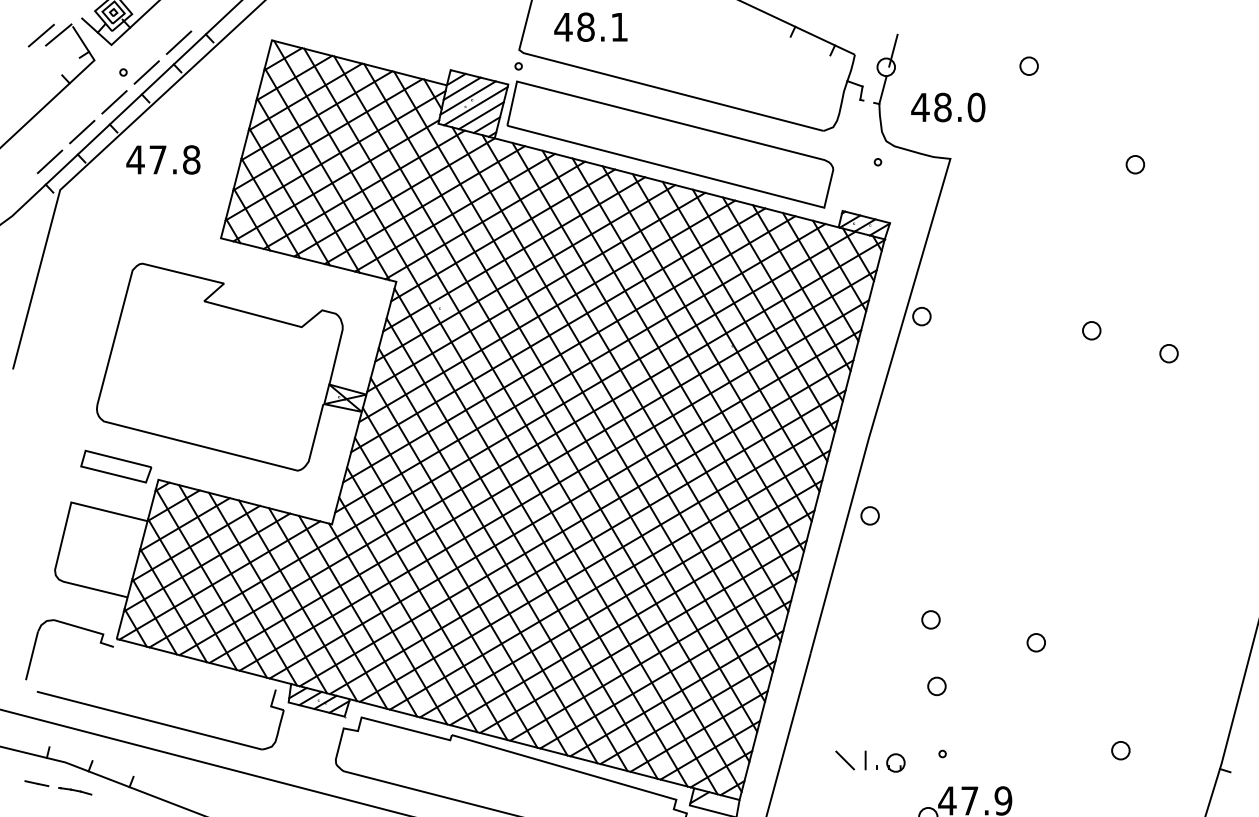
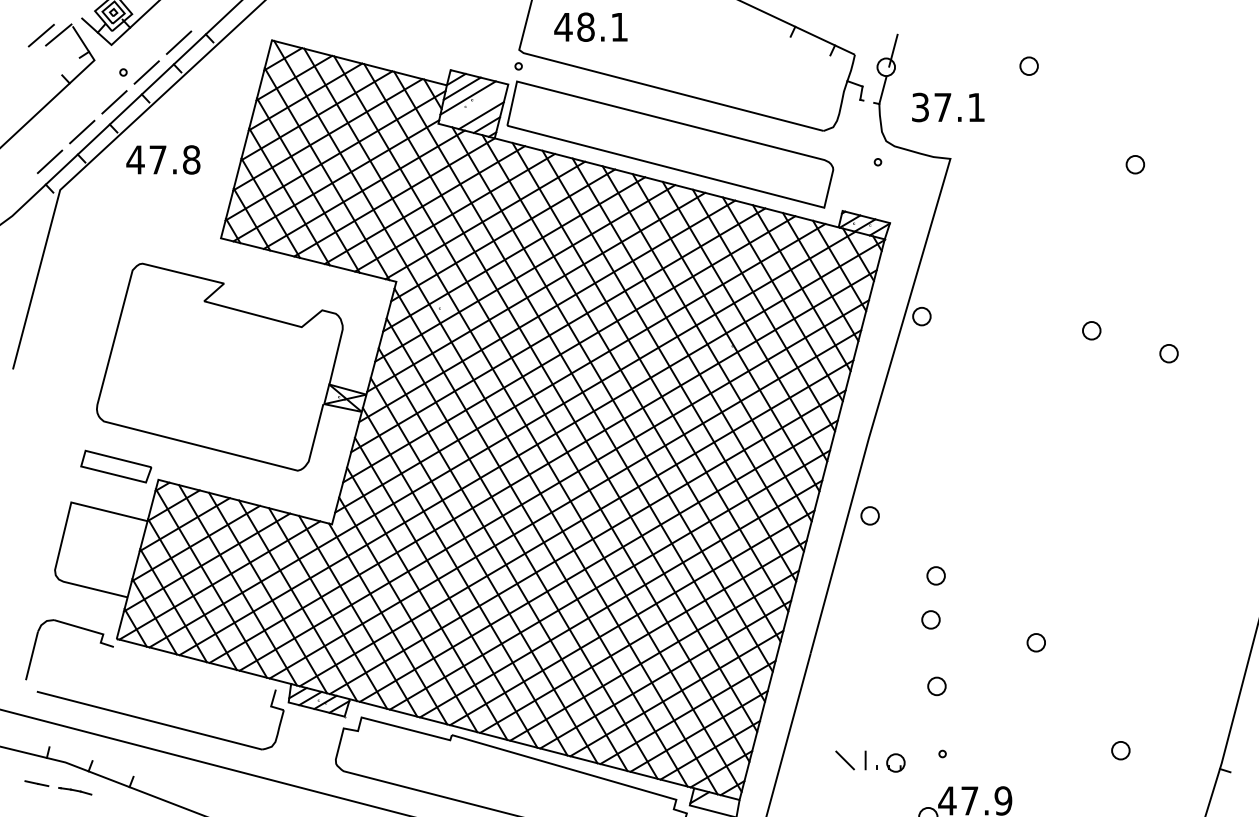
line at (475, 106): present -> none
text at (948, 107): 48.0 -> 37.1
part at (935, 575): none -> present
